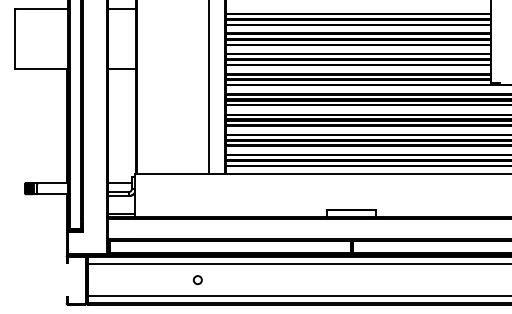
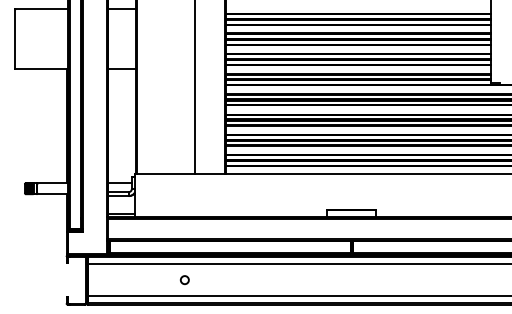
line at (209, 87) position: (209, 87) -> (195, 87)
circle at (197, 280) position: (197, 280) -> (184, 280)
